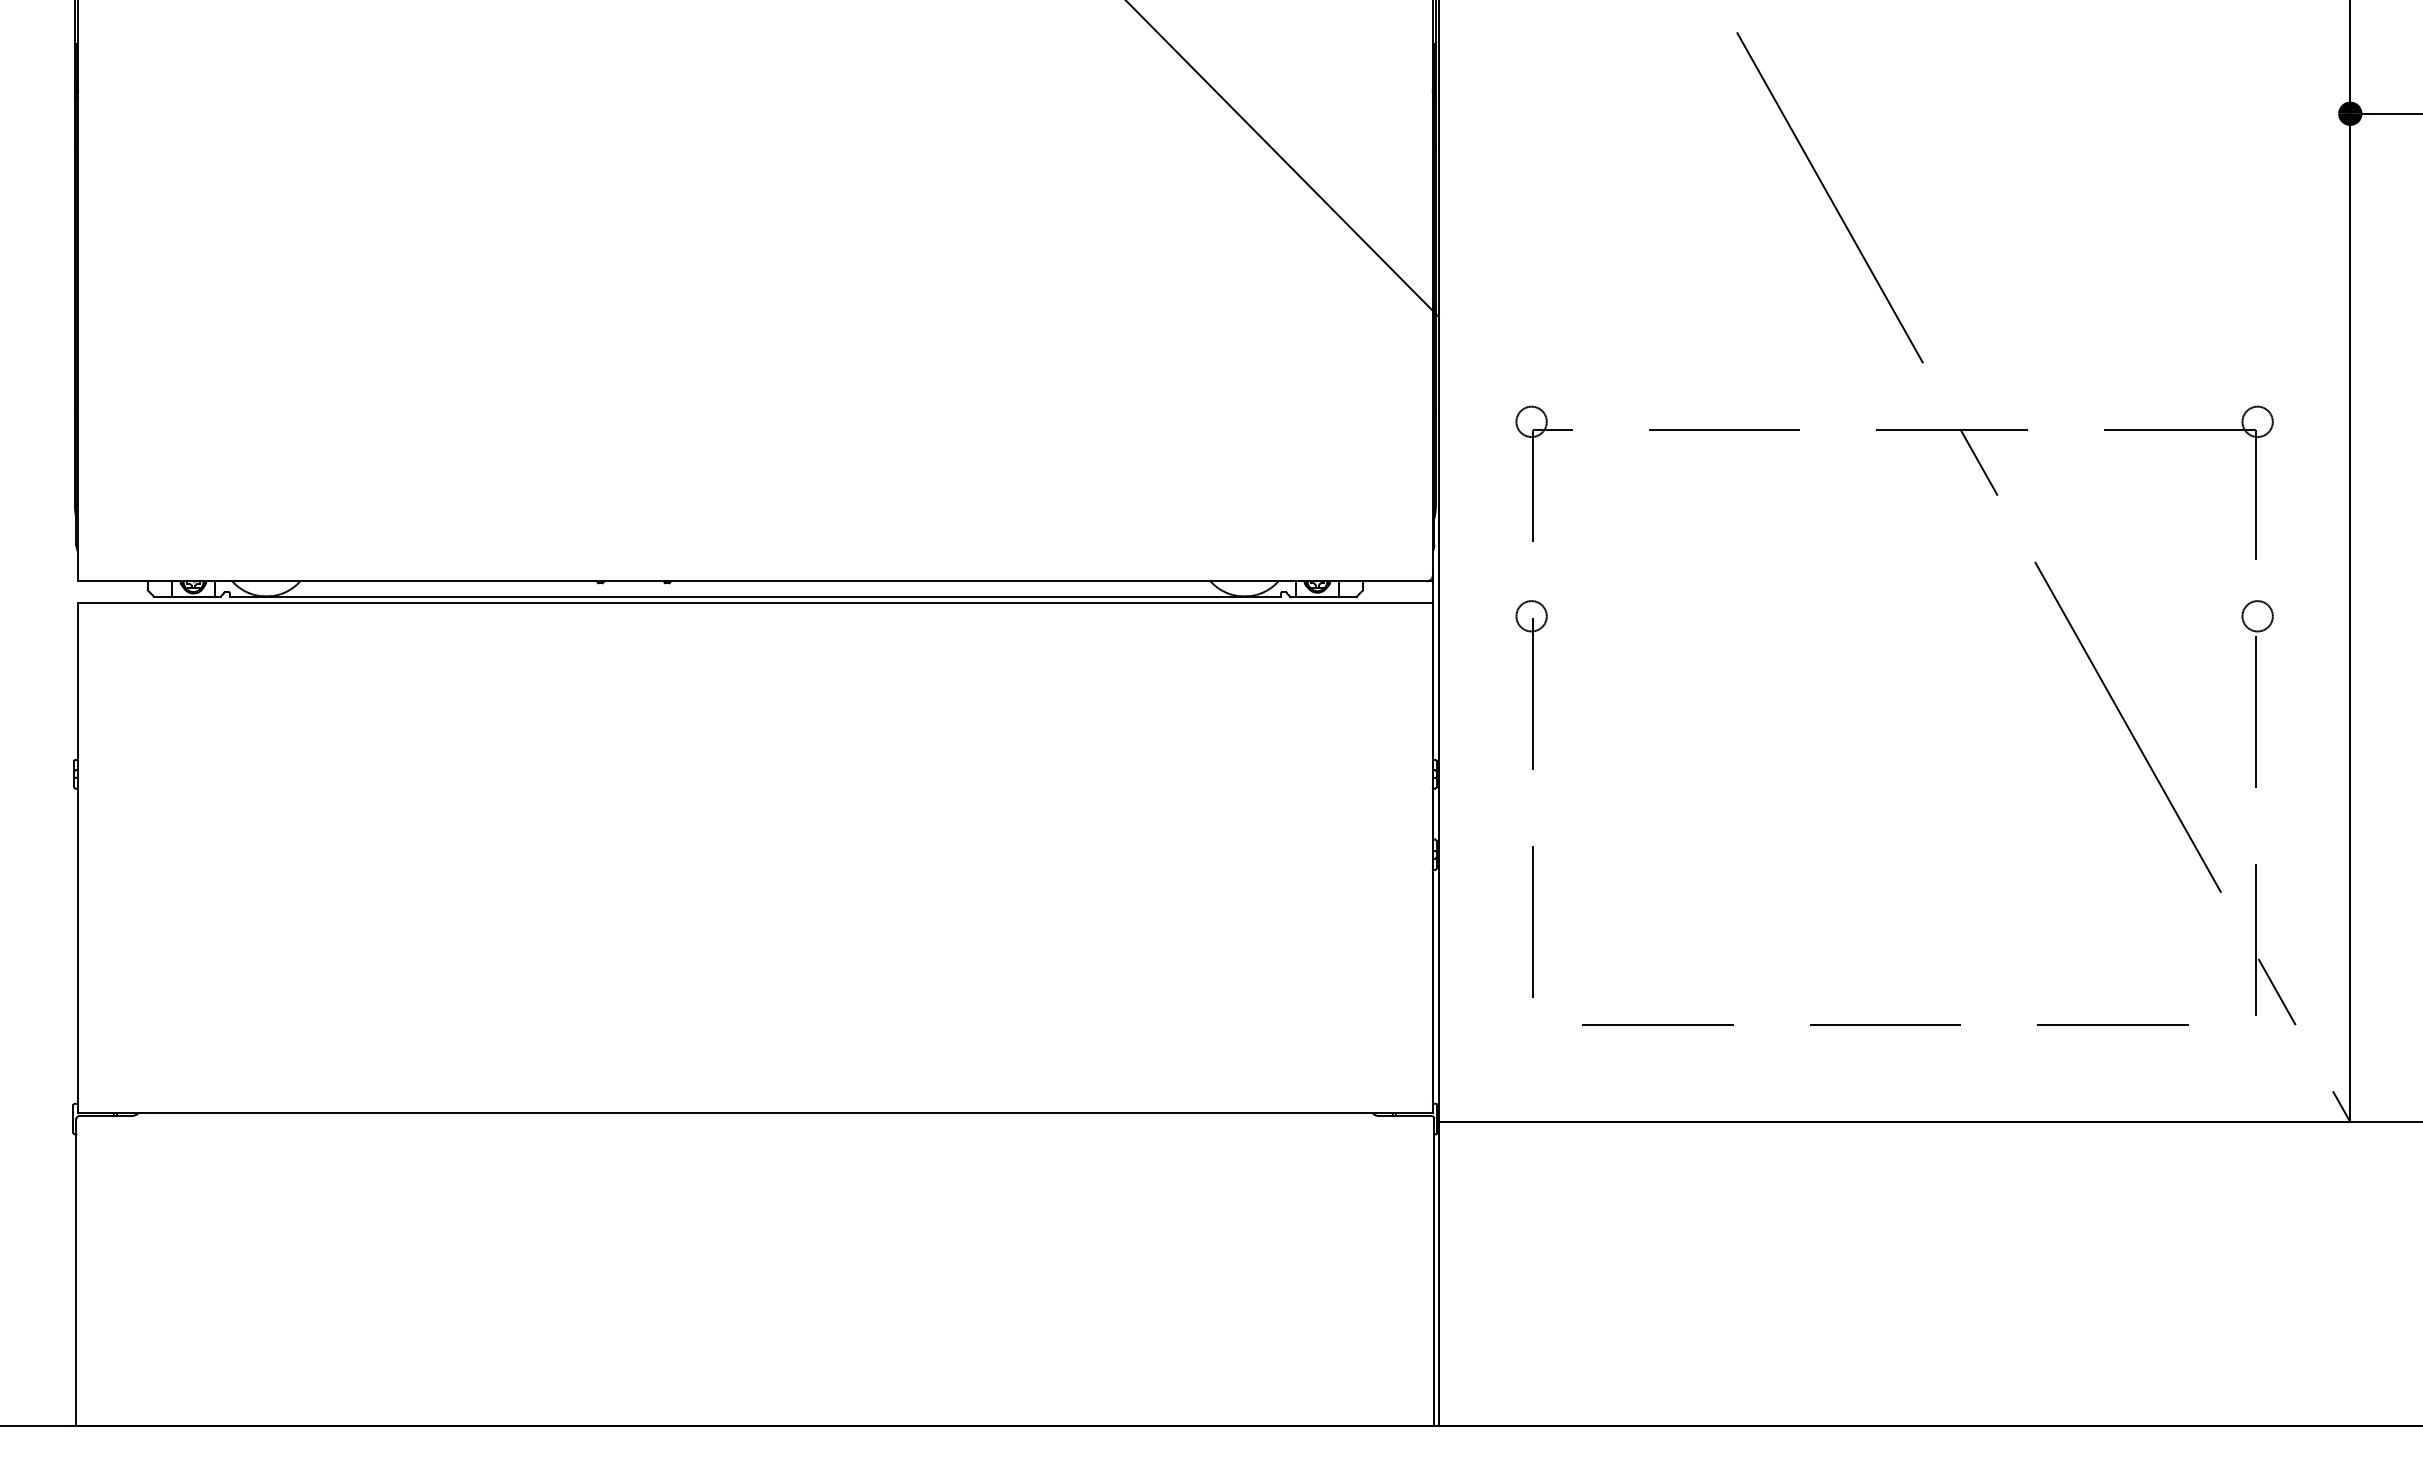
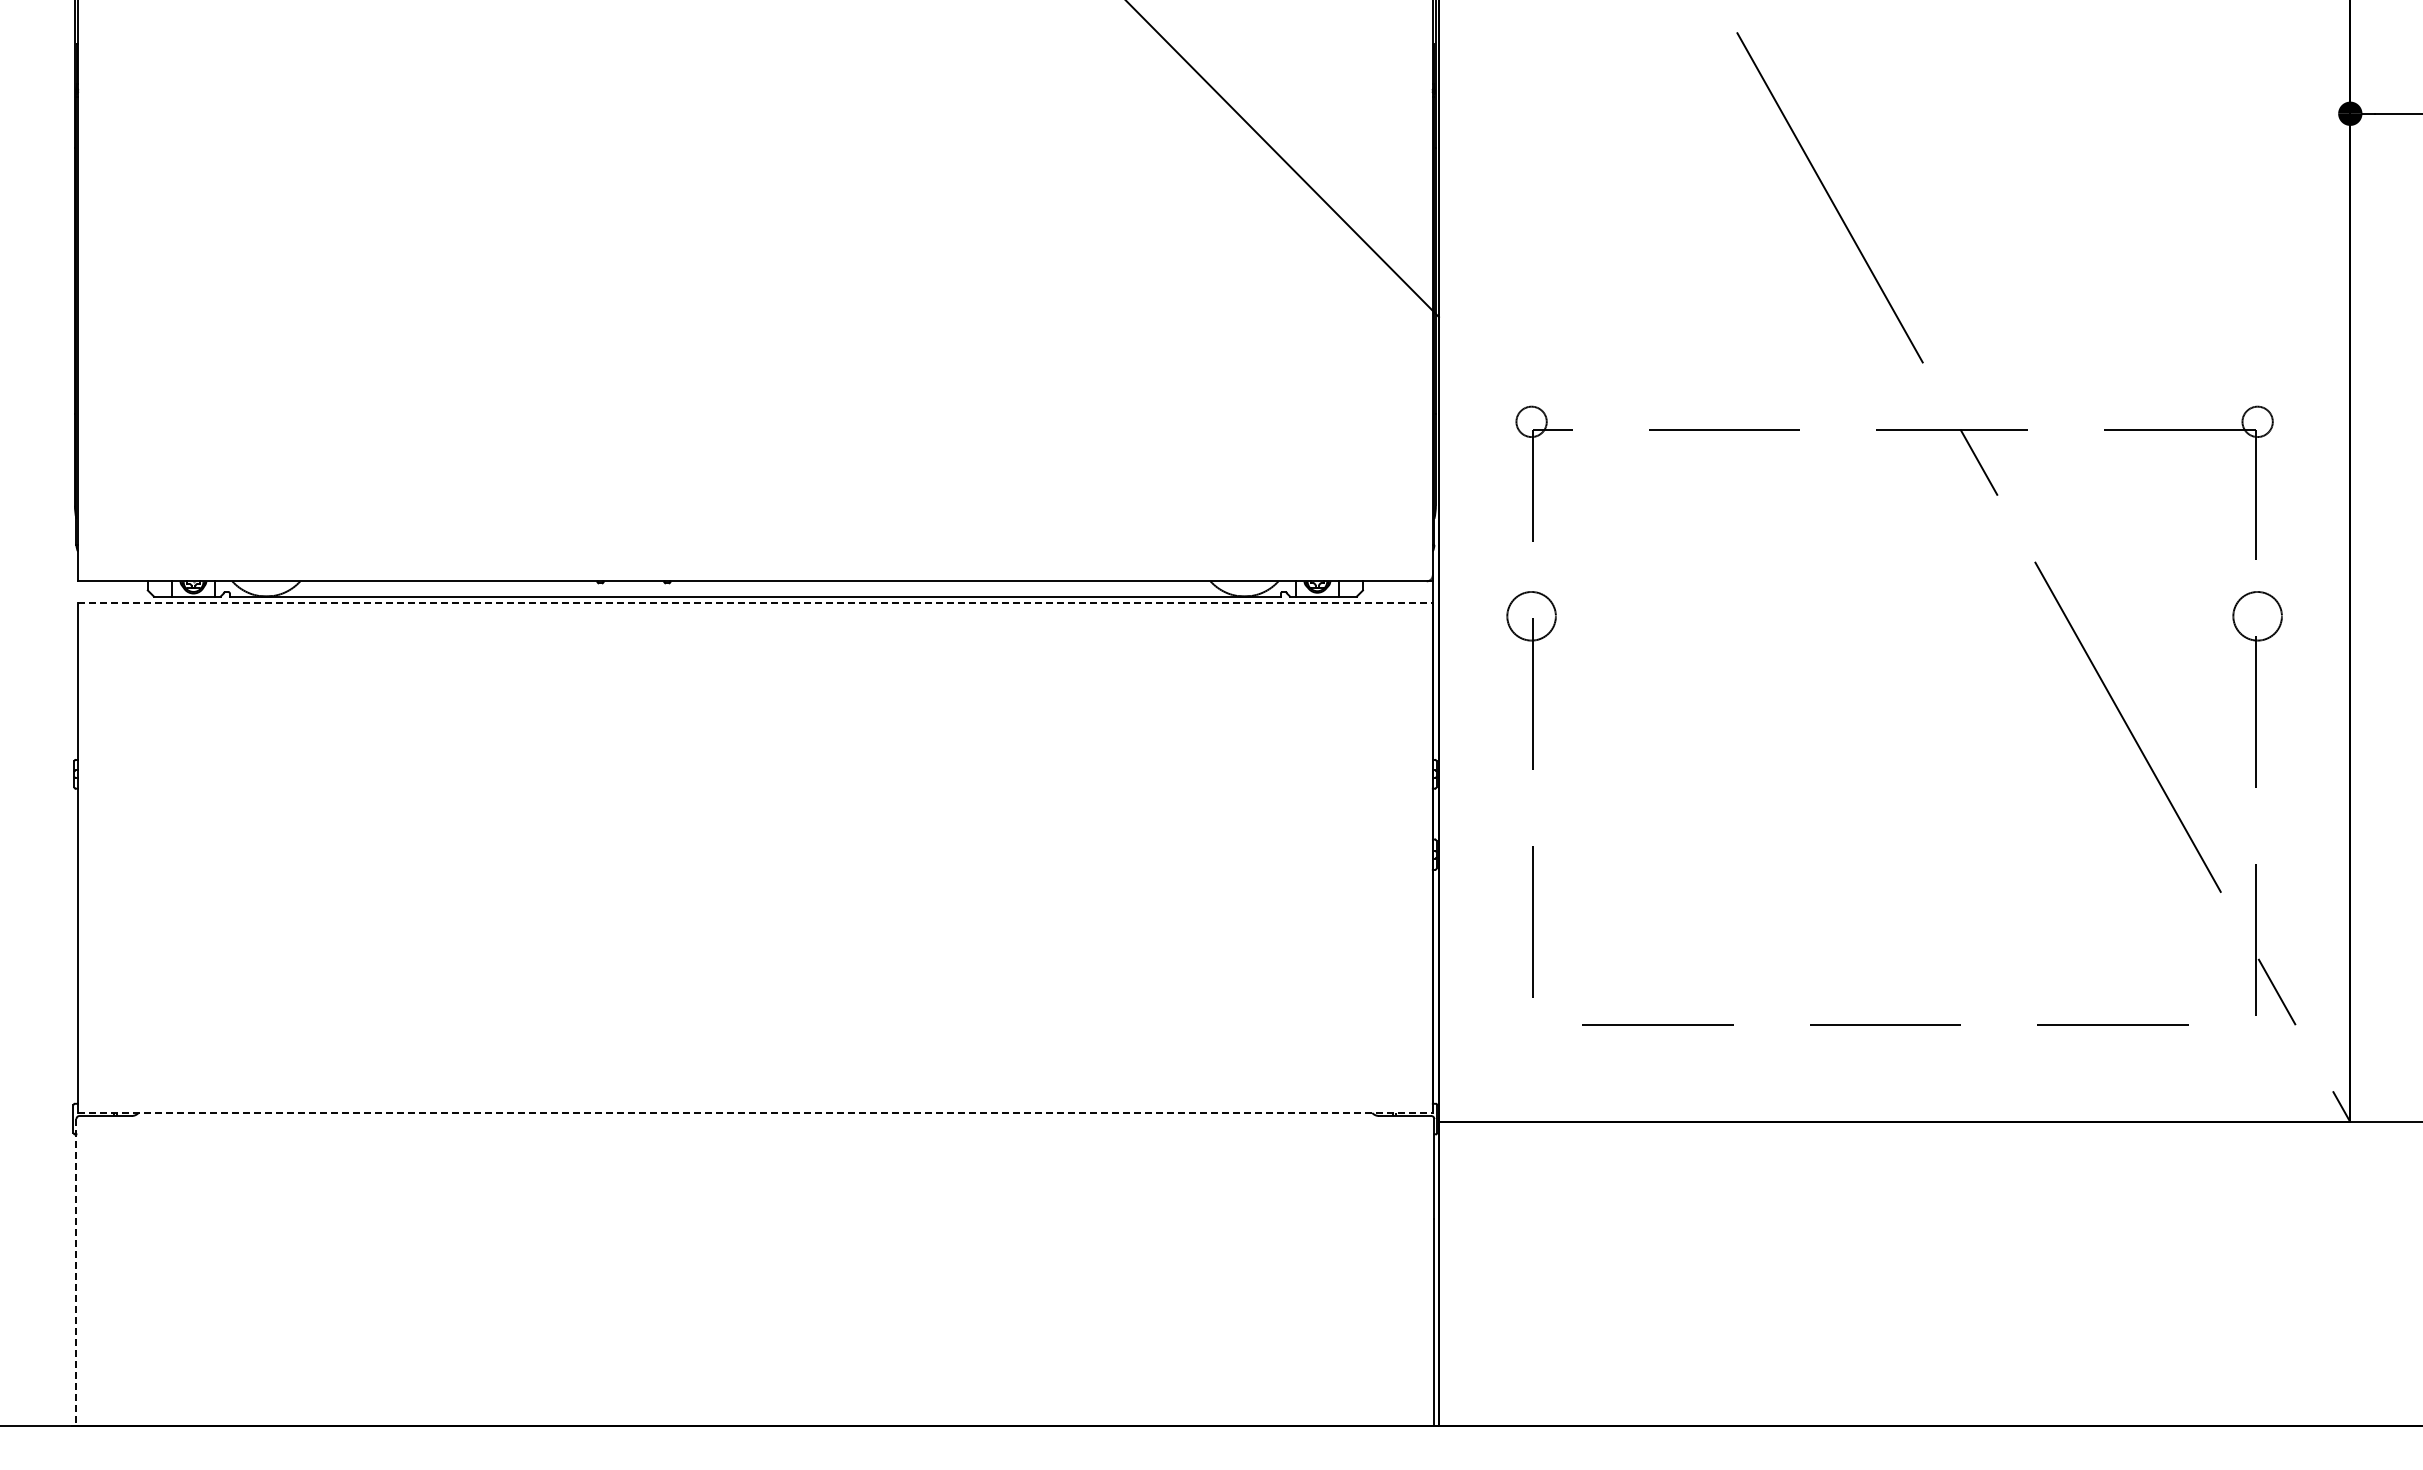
line at (755, 602): solid -> dashed
circle at (1531, 616) diameter: 30 px -> 49 px
circle at (2257, 616) diameter: 30 px -> 49 px
line at (755, 1112): solid -> dashed
line at (76, 1272): solid -> dashed
